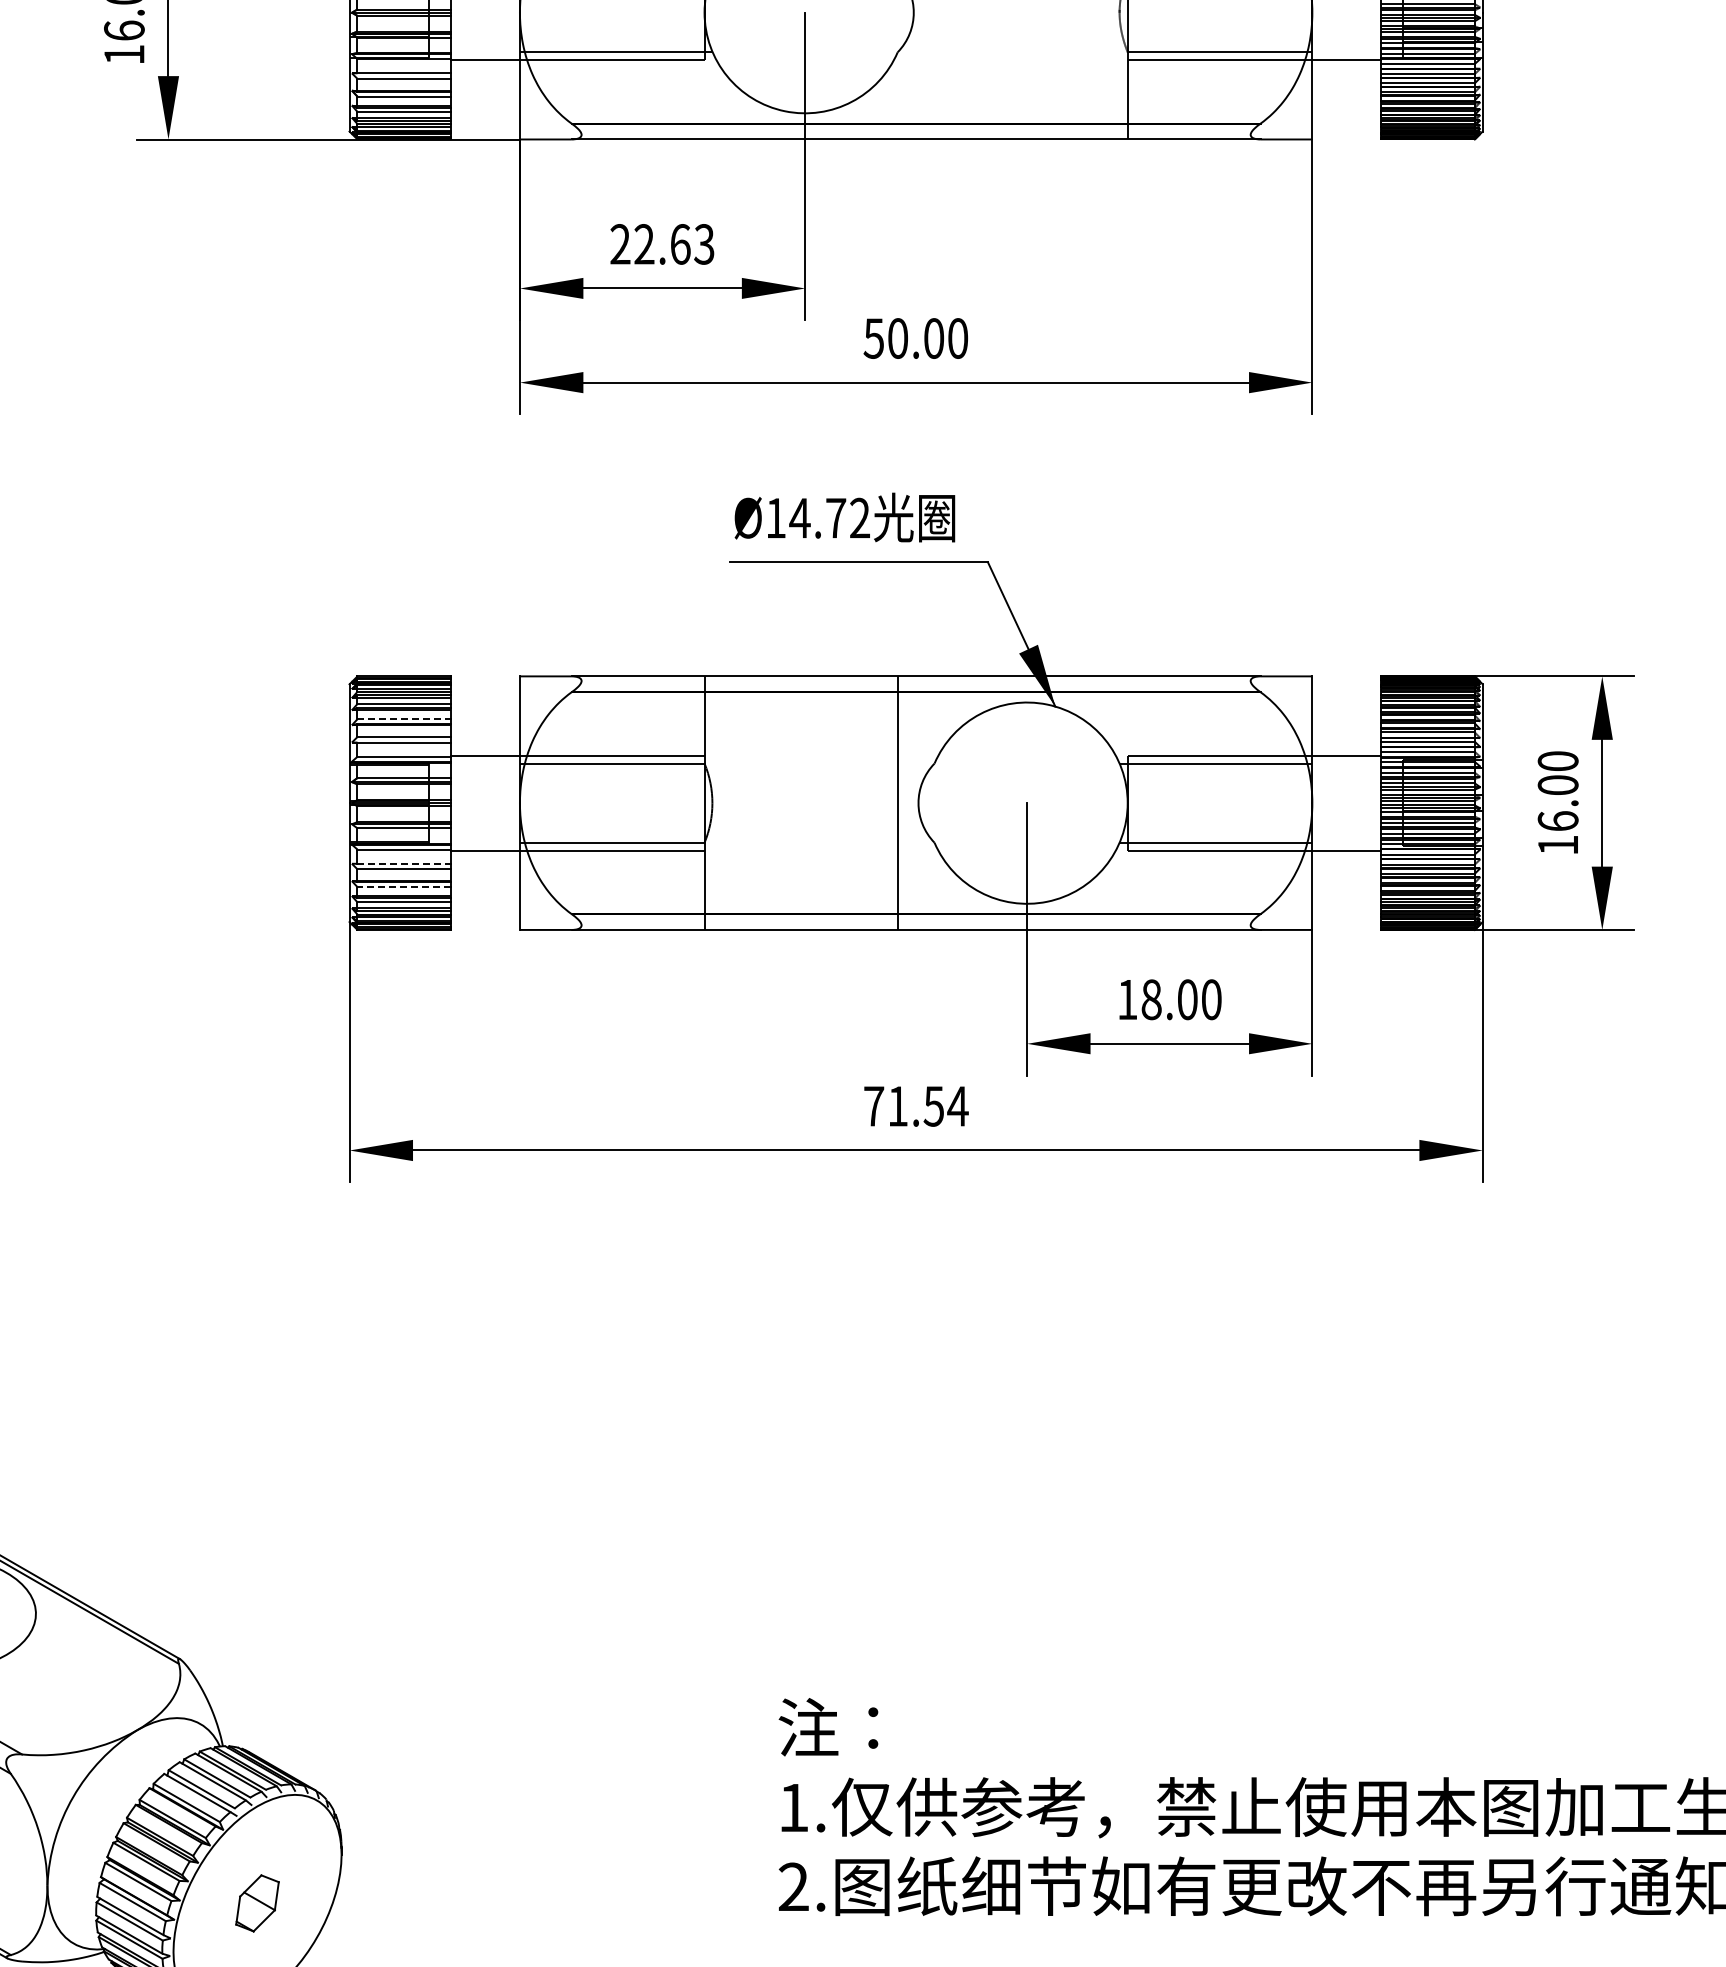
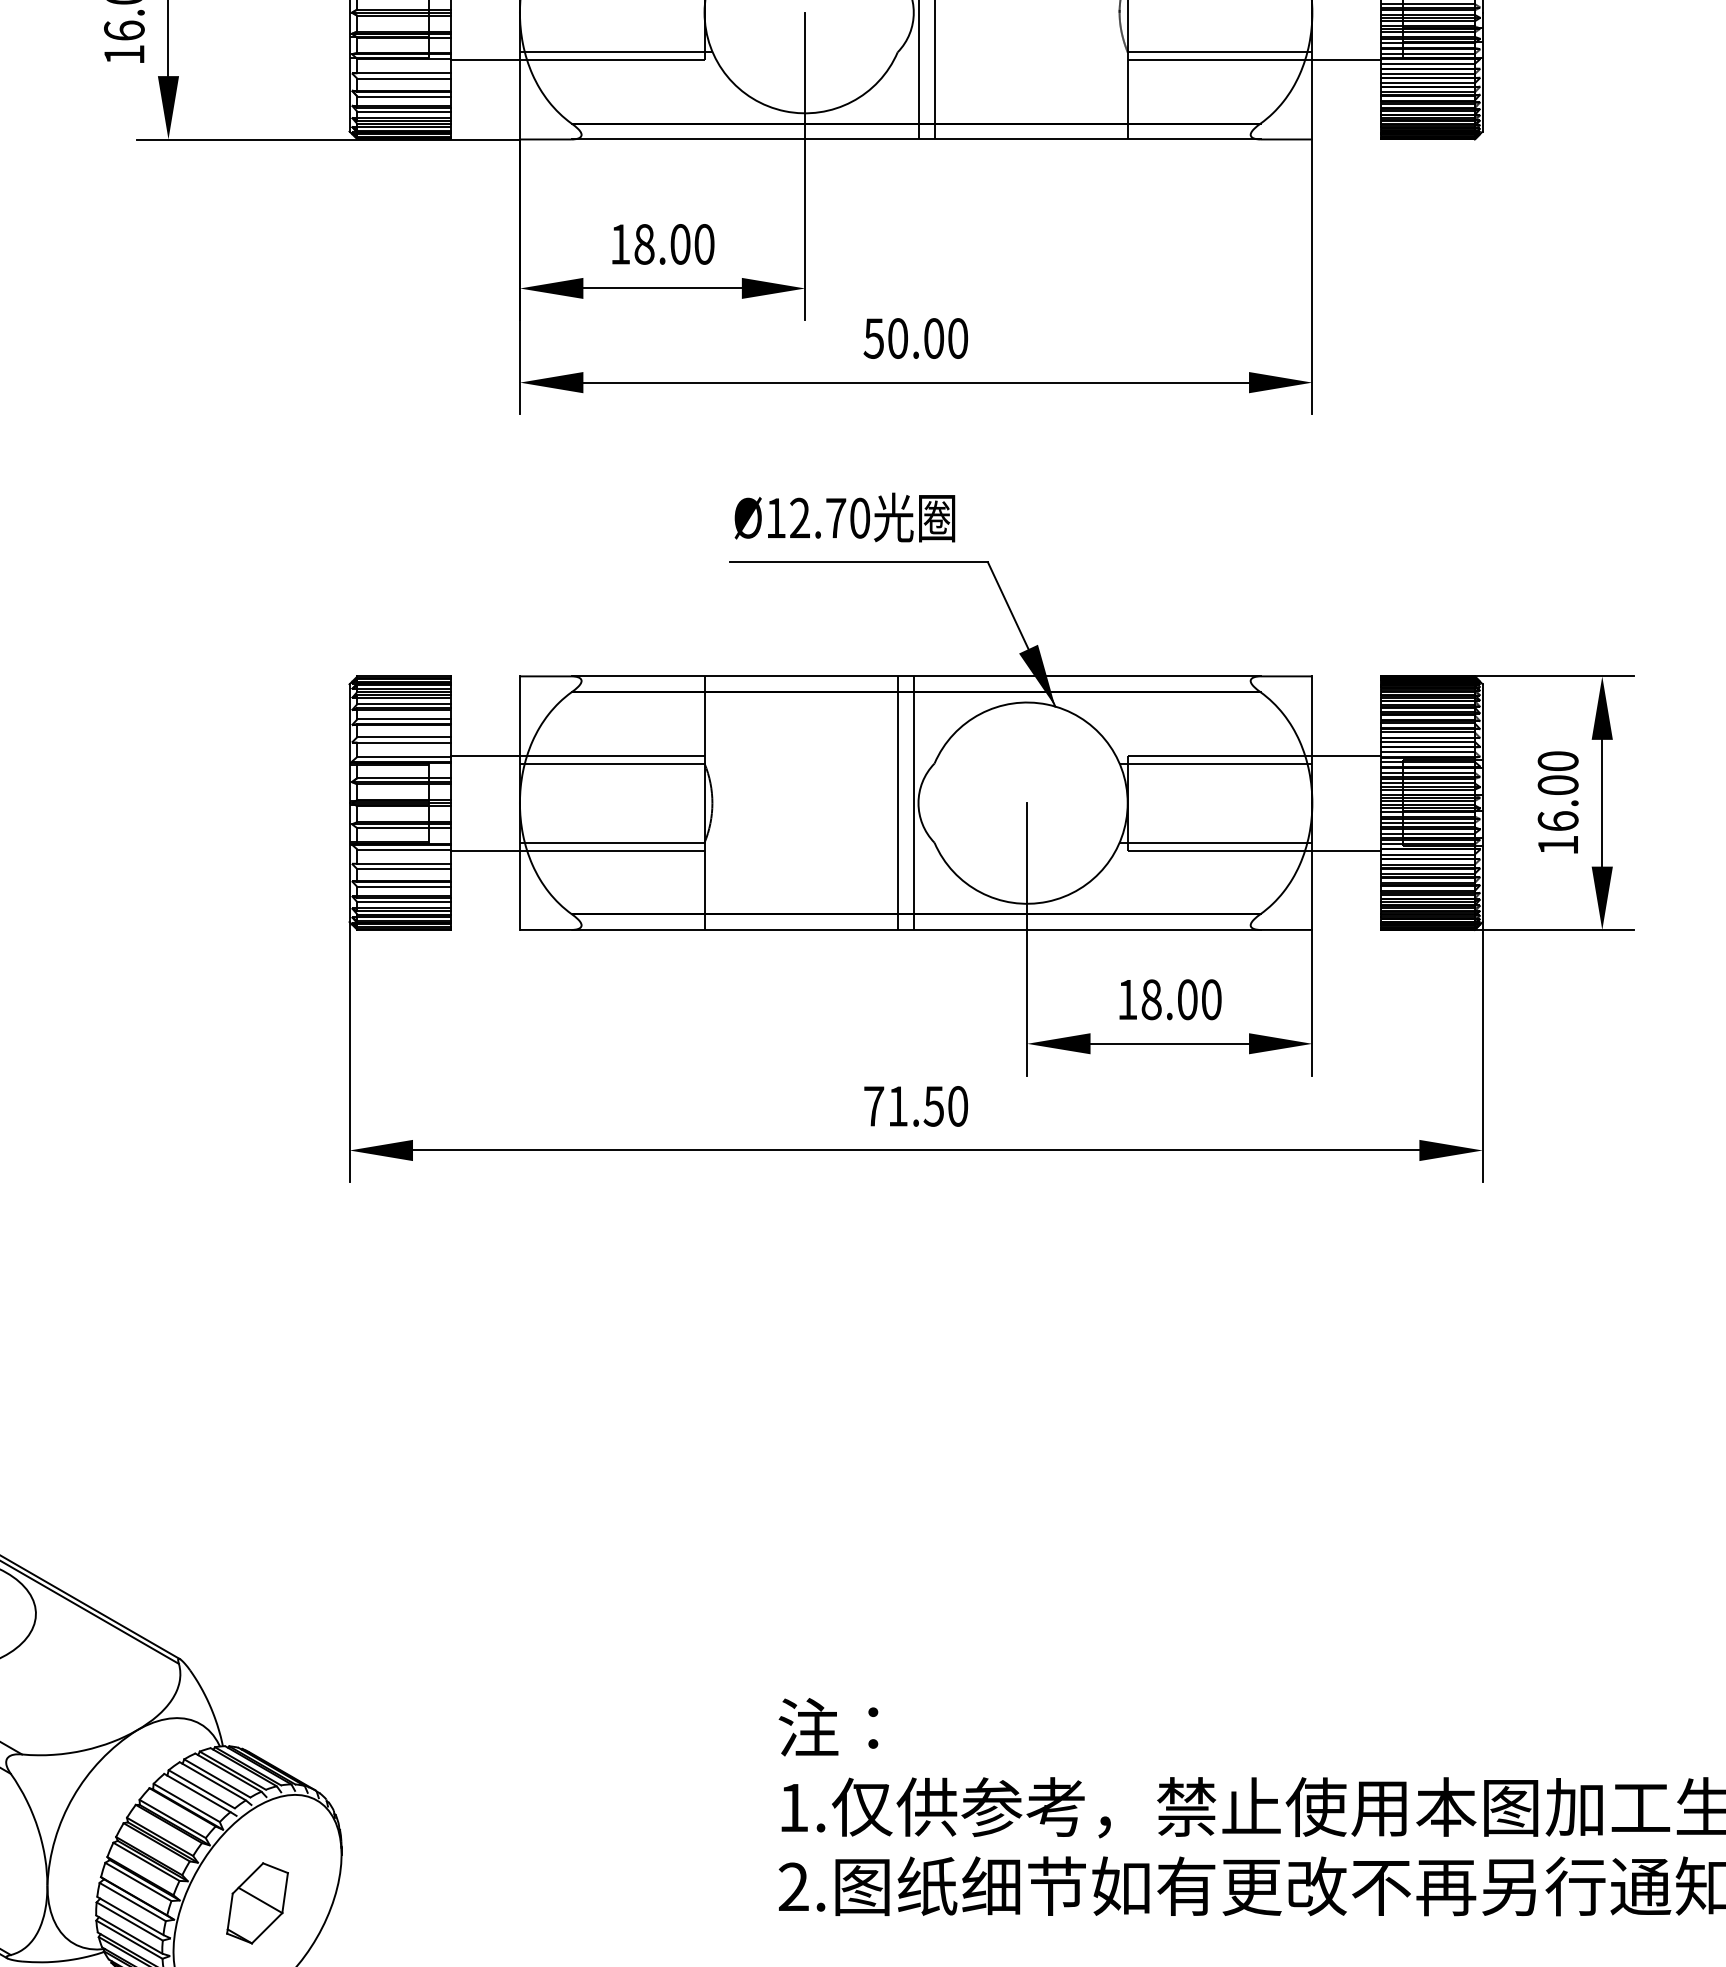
line at (918, 70): none -> present
line at (934, 70): none -> present
text at (662, 244): 22.63 -> 18.00
text at (829, 517): Ø14.72 -> Ø12.70
line at (404, 719): dashed -> solid
line at (913, 802): none -> present
line at (404, 863): dashed -> solid
line at (404, 887): dashed -> solid
text at (957, 1106): 71.54 -> 71.50
part at (257, 1903) size: 45x59 px -> 63x83 px
